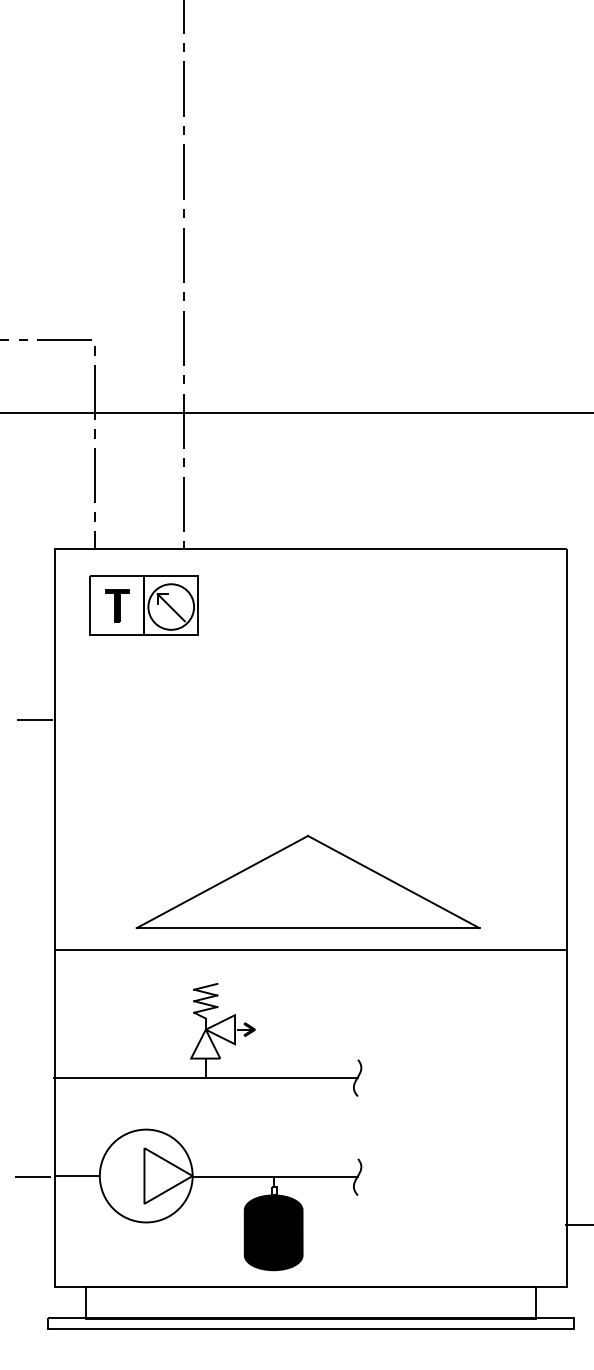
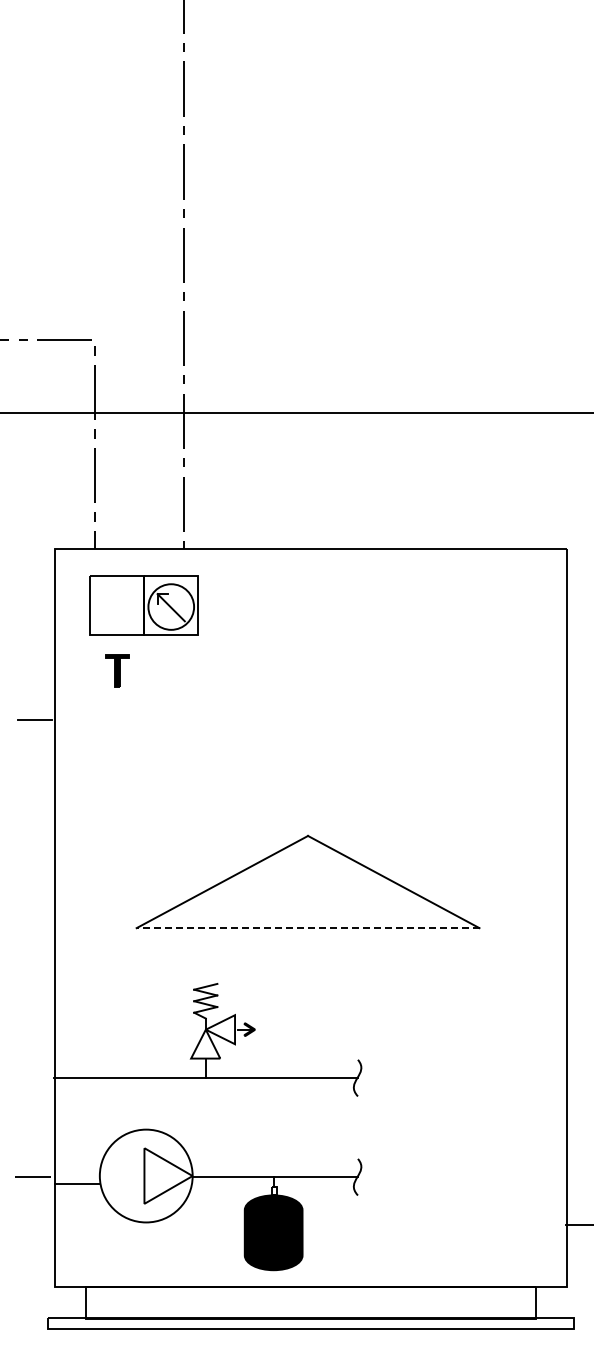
part at (117, 605) position: (117, 605) -> (117, 670)
line at (307, 928): solid -> dashed
line at (310, 949): present -> none
line at (77, 1176) position: (77, 1176) -> (77, 1184)
